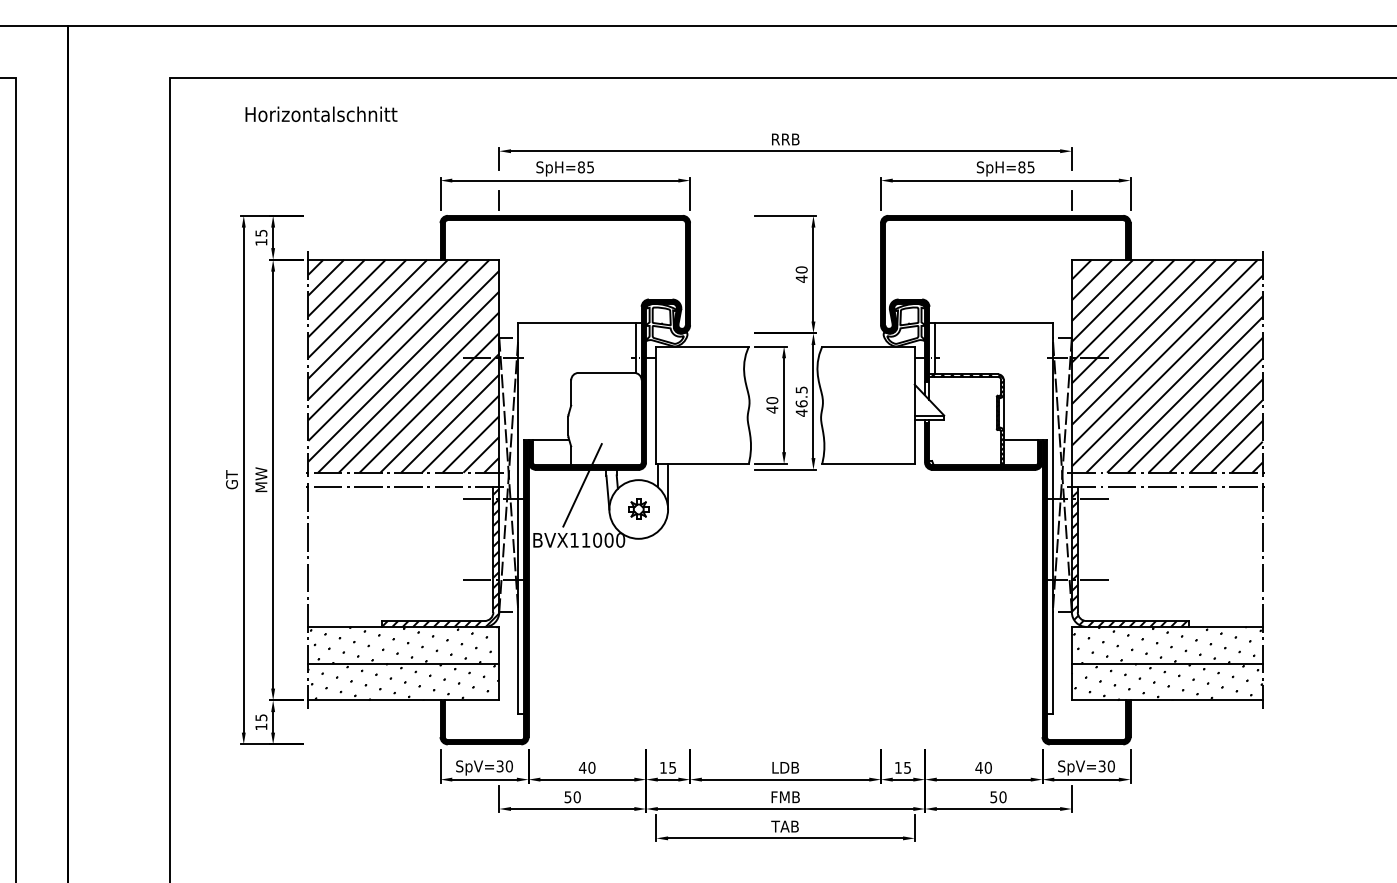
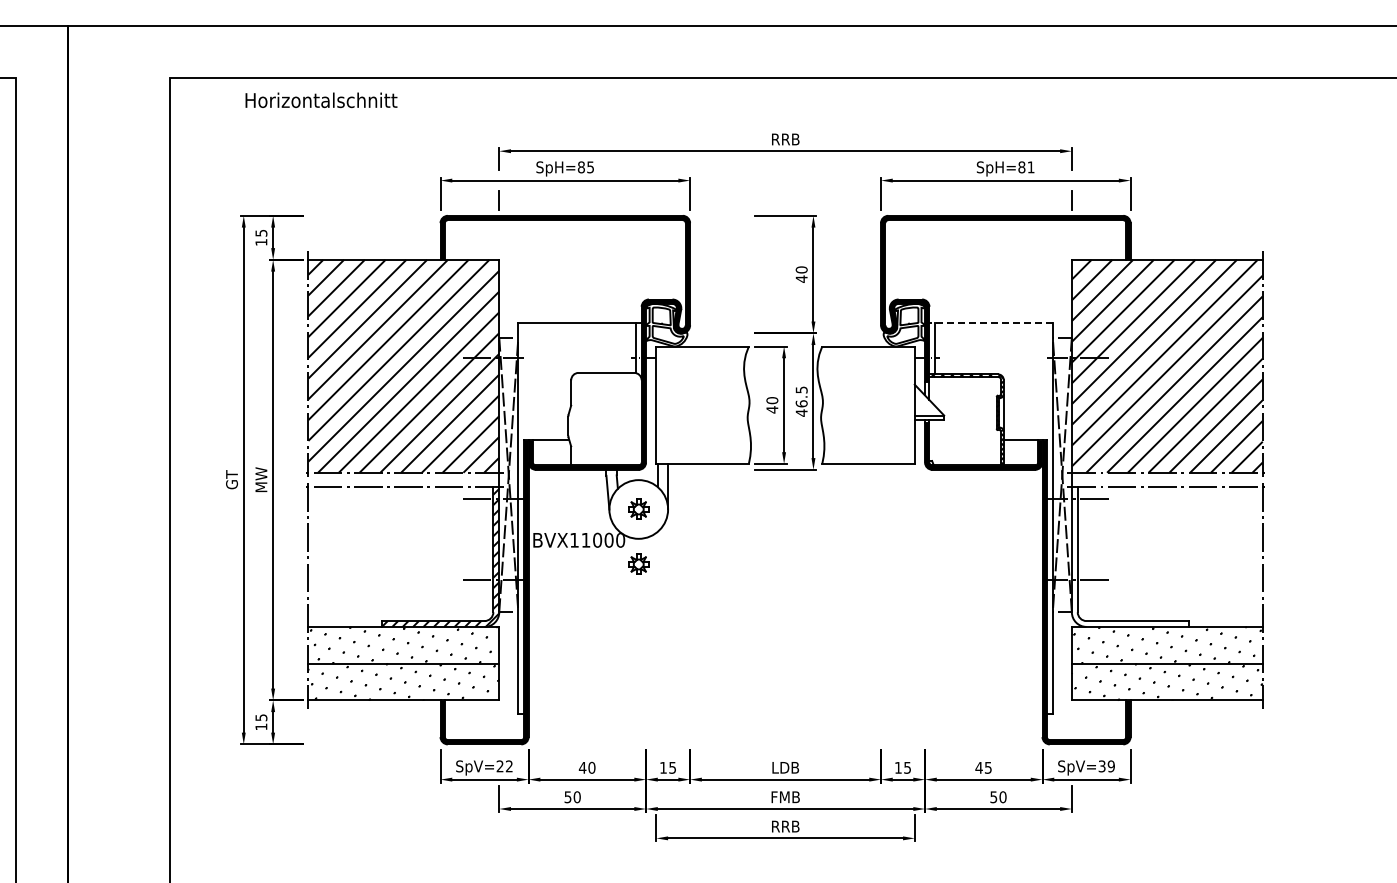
text at (321, 114) position: (321, 114) -> (321, 100)
text at (1030, 167): SpH=85 -> SpH=81
line at (991, 323): solid -> dashed
line at (582, 485): present -> none
hatch at (1129, 558): present -> none
part at (638, 563): none -> present
text at (504, 766): SpV=30 -> SpV=22
text at (1110, 766): SpV=30 -> SpV=39
text at (987, 767): 40 -> 45
text at (785, 826): TAB -> RRB
